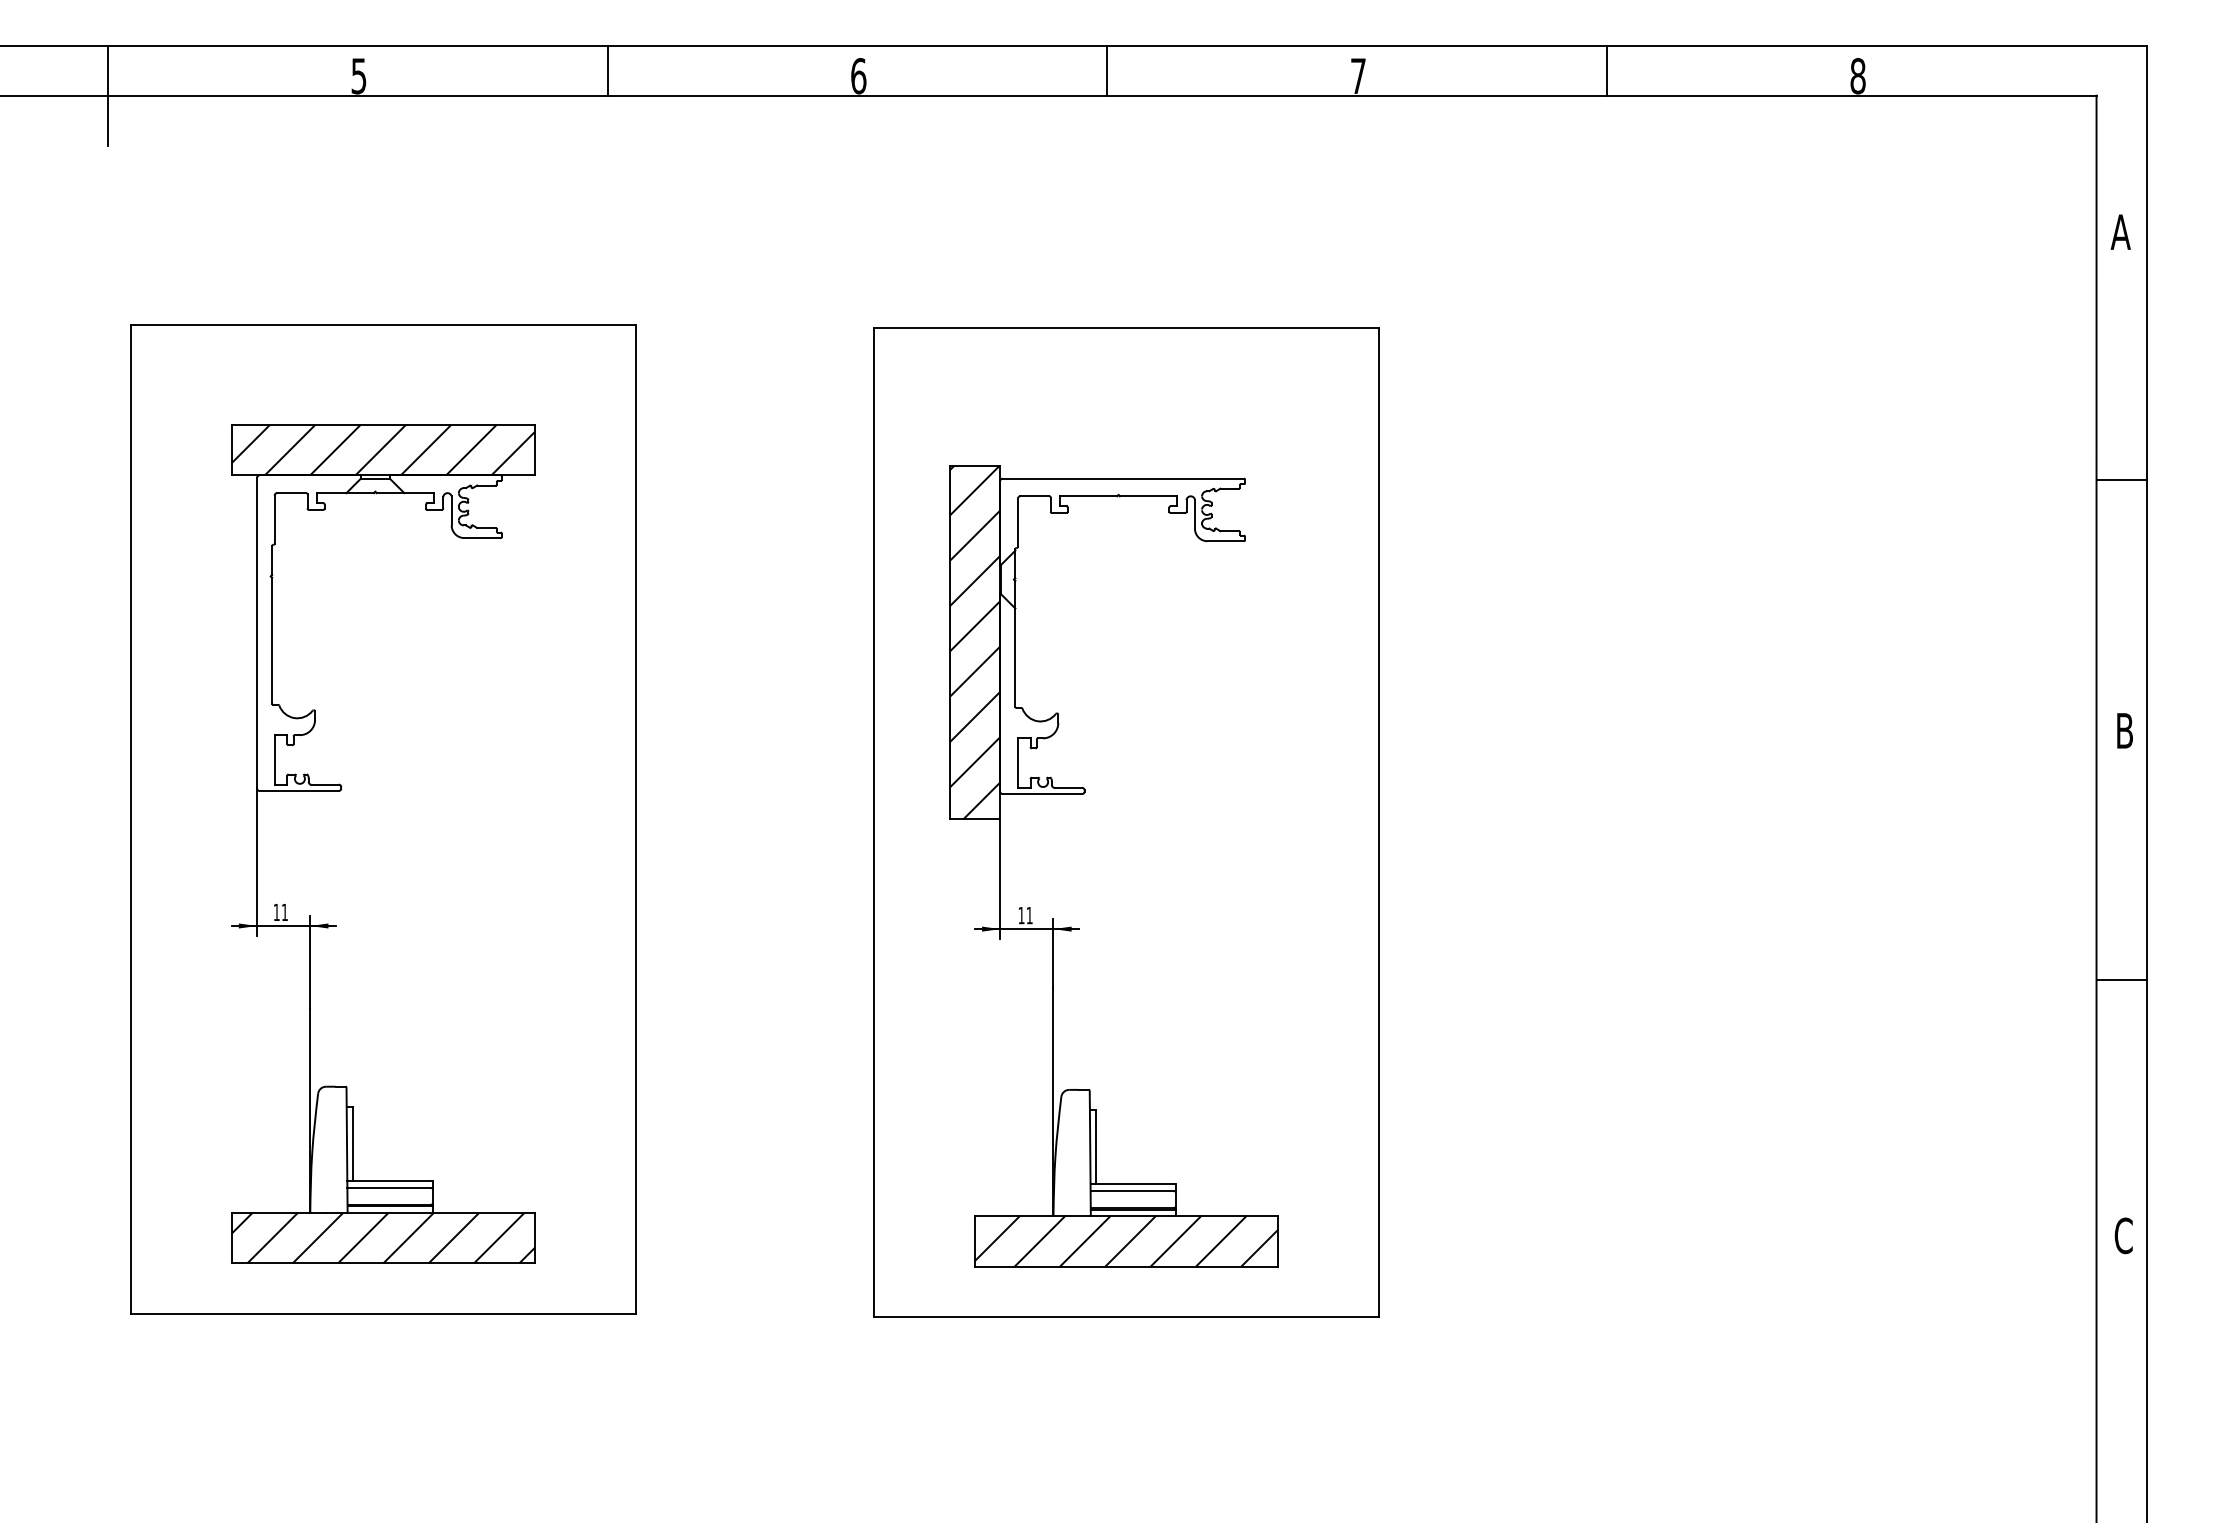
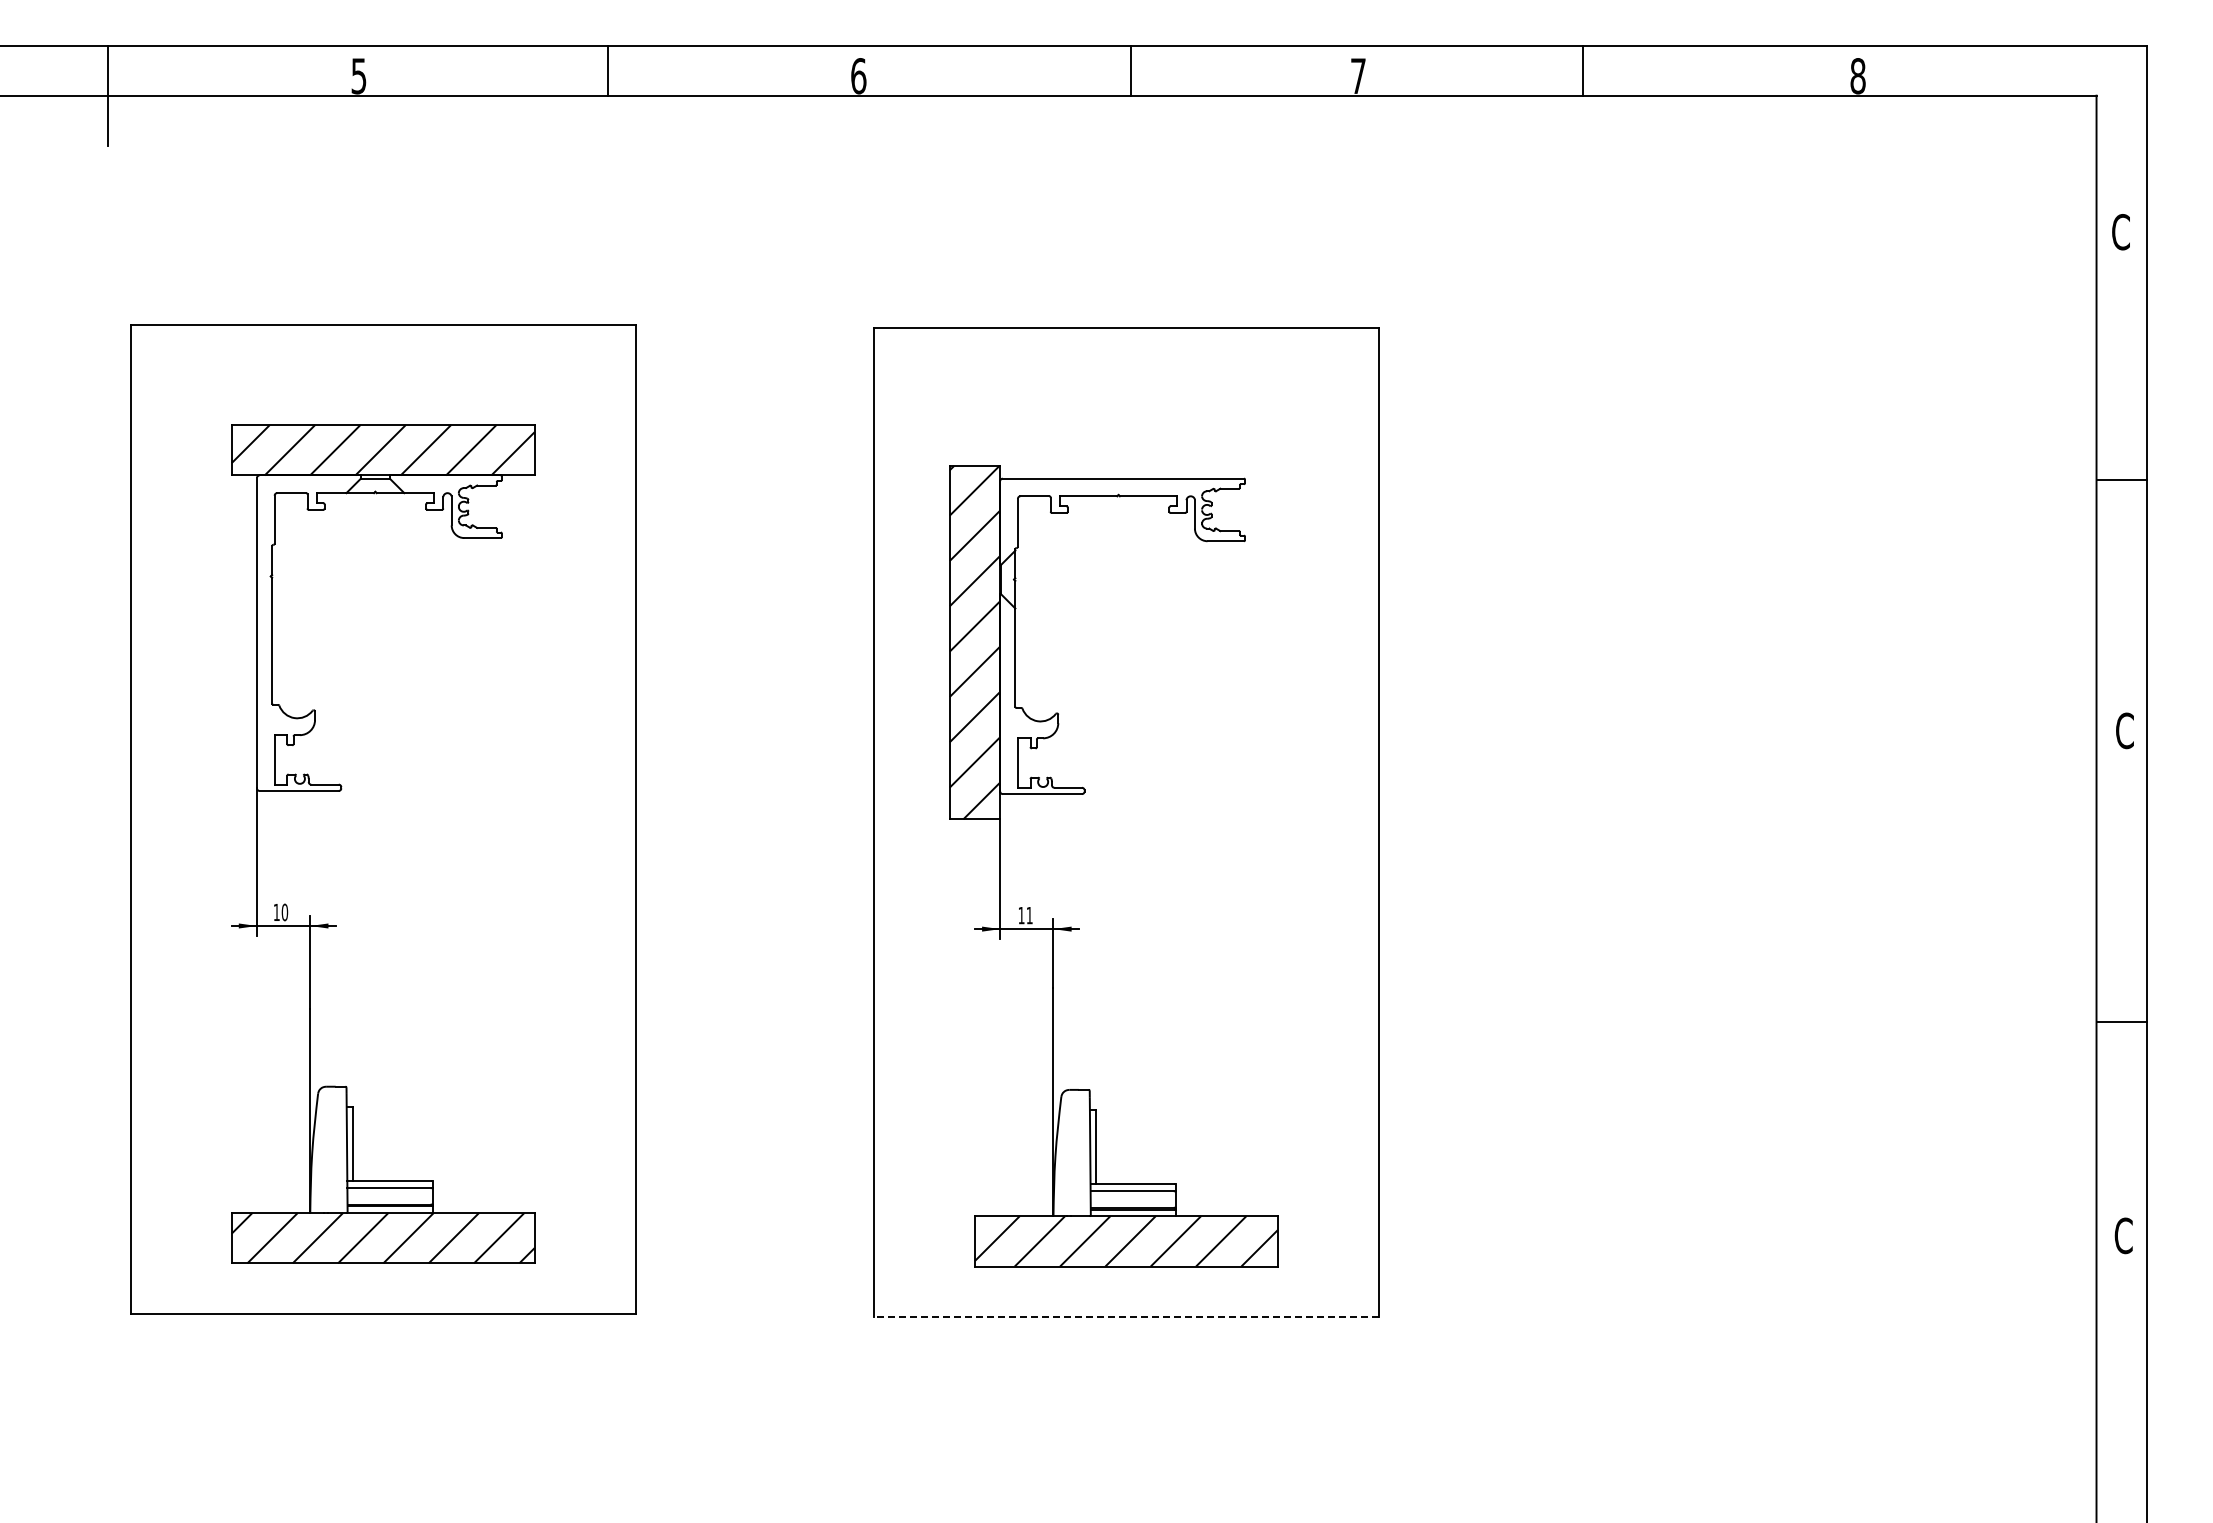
line at (1107, 70) position: (1107, 70) -> (1131, 70)
line at (1606, 70) position: (1606, 70) -> (1582, 70)
text at (2120, 232): A -> C
text at (2124, 730): B -> C
text at (284, 912): 11 -> 10
line at (2121, 980) position: (2121, 980) -> (2121, 1022)
line at (1125, 1317): solid -> dashed
